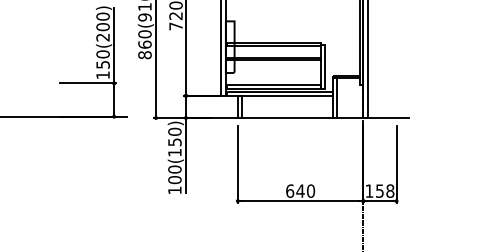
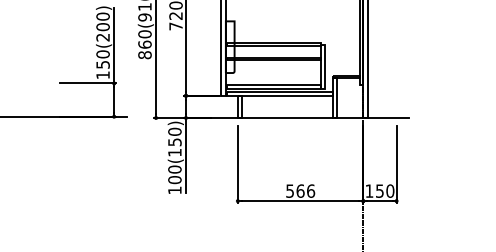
text at (300, 190): 640 -> 566
text at (390, 190): 158 -> 150
